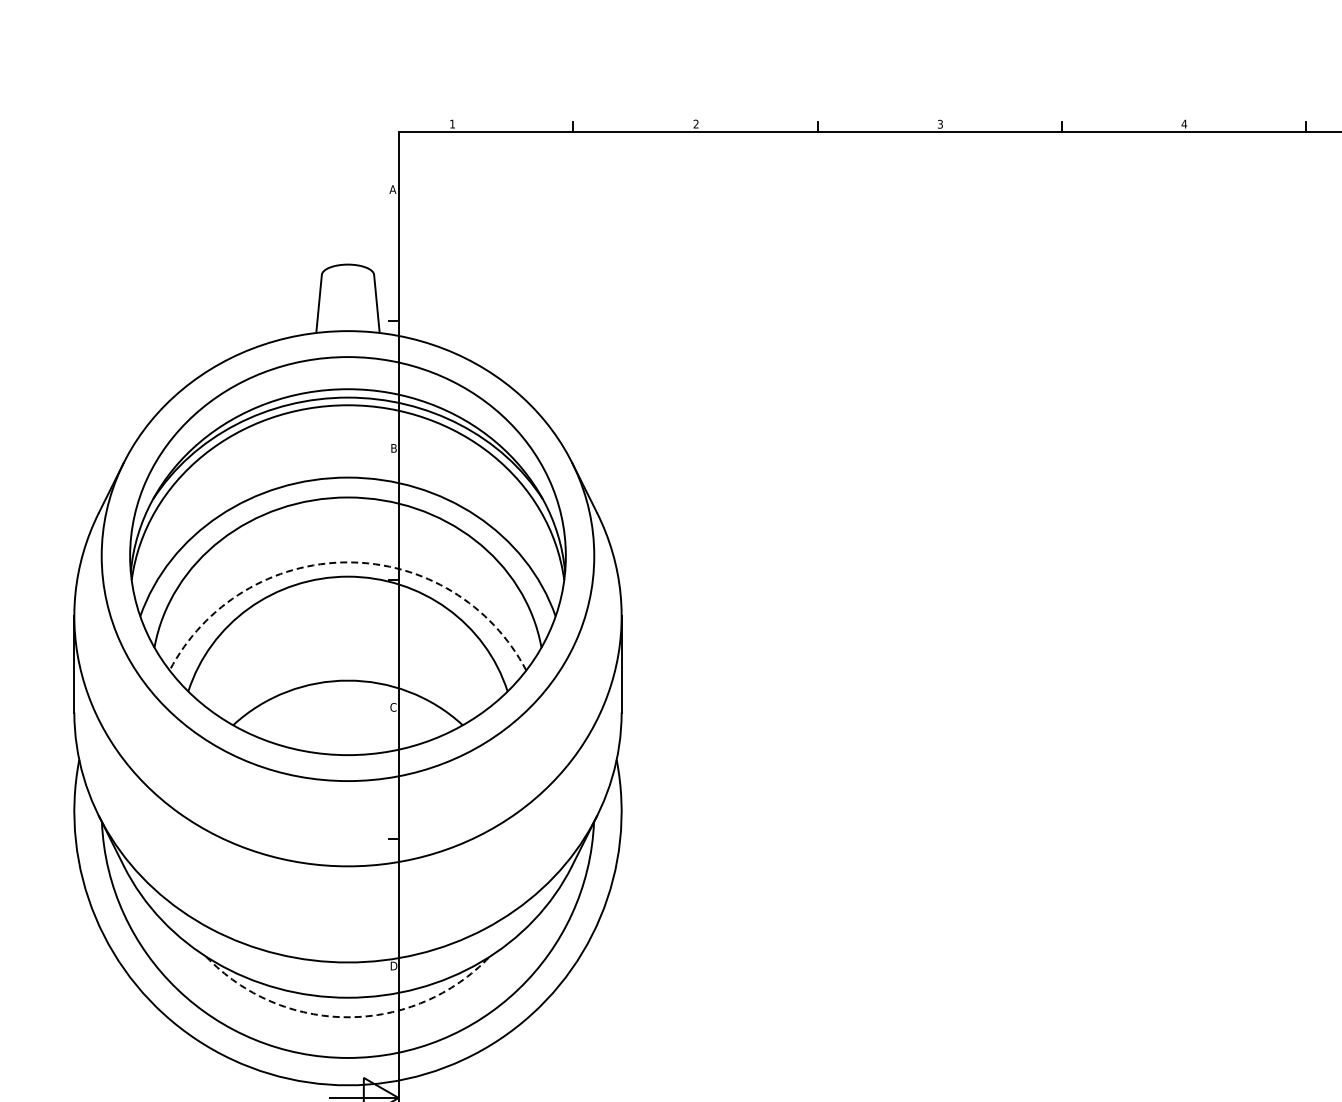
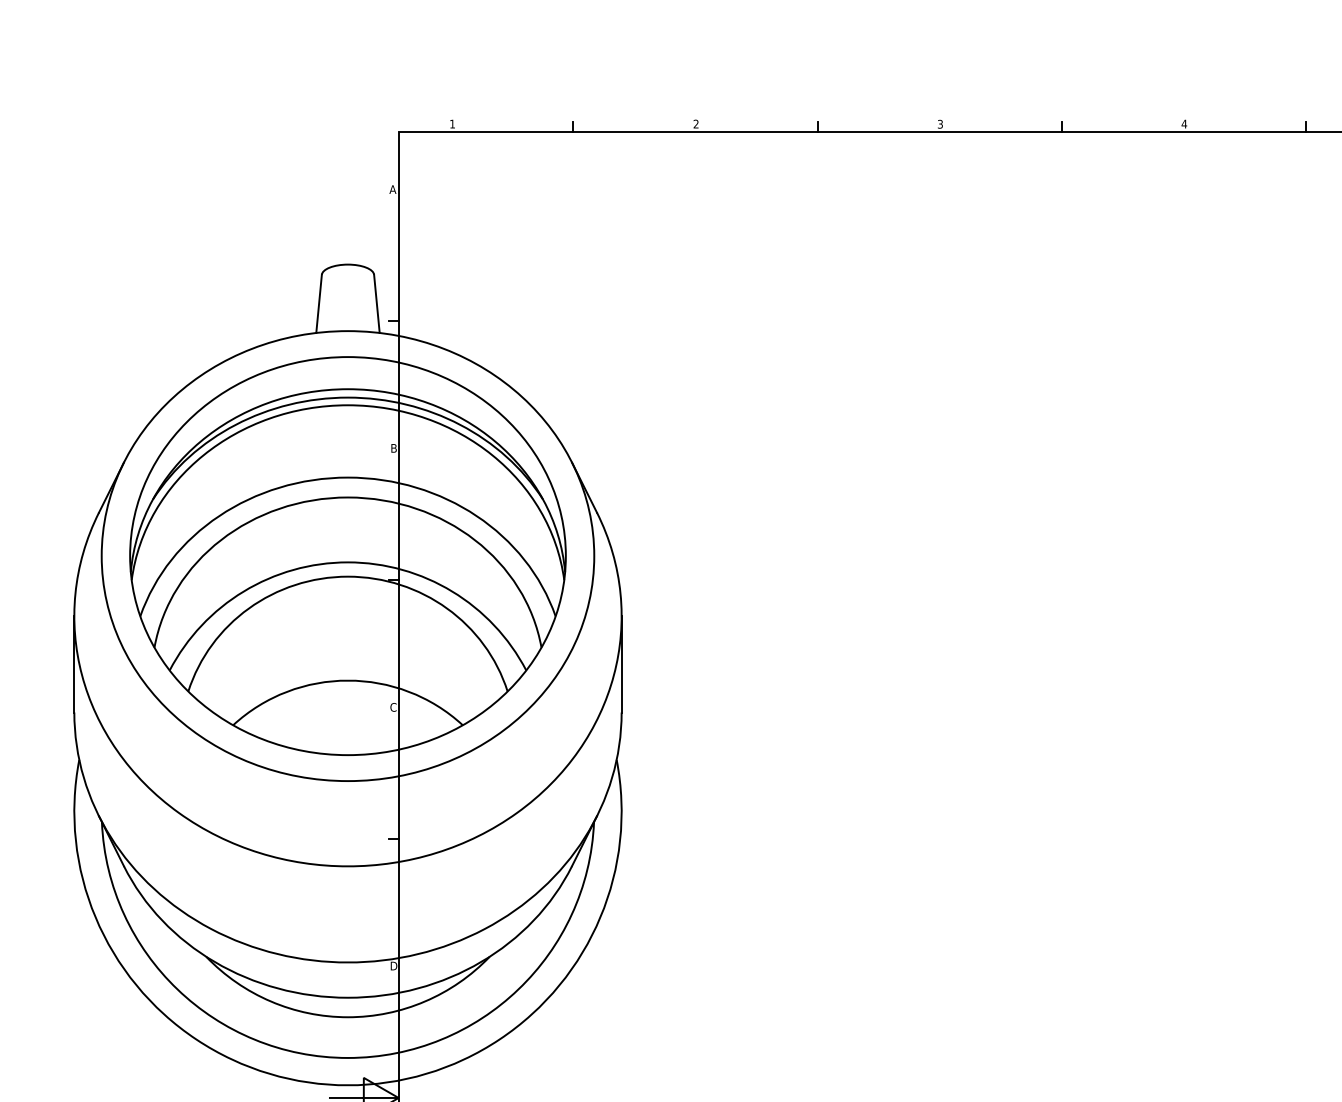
arc at (348, 562): dashed -> solid
arc at (348, 1017): dashed -> solid
